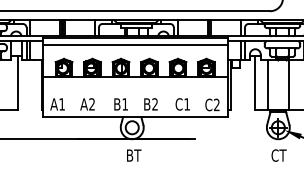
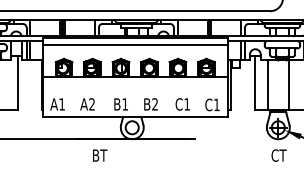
text at (216, 104): C2 -> C1
text at (134, 155) position: (134, 155) -> (100, 155)
